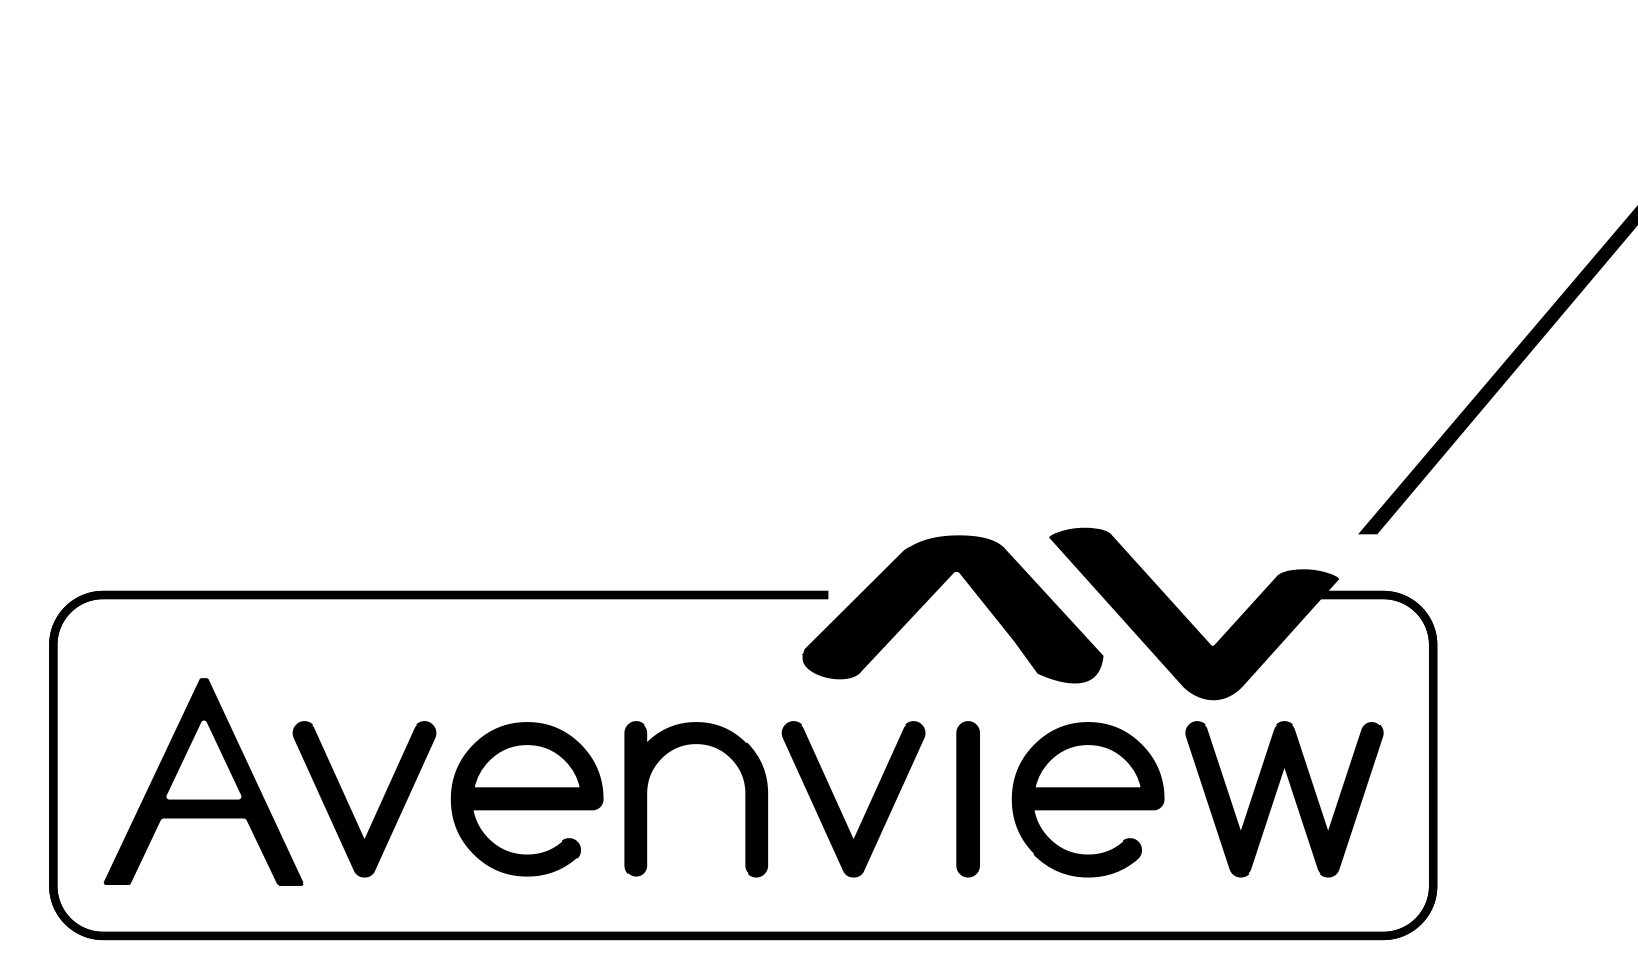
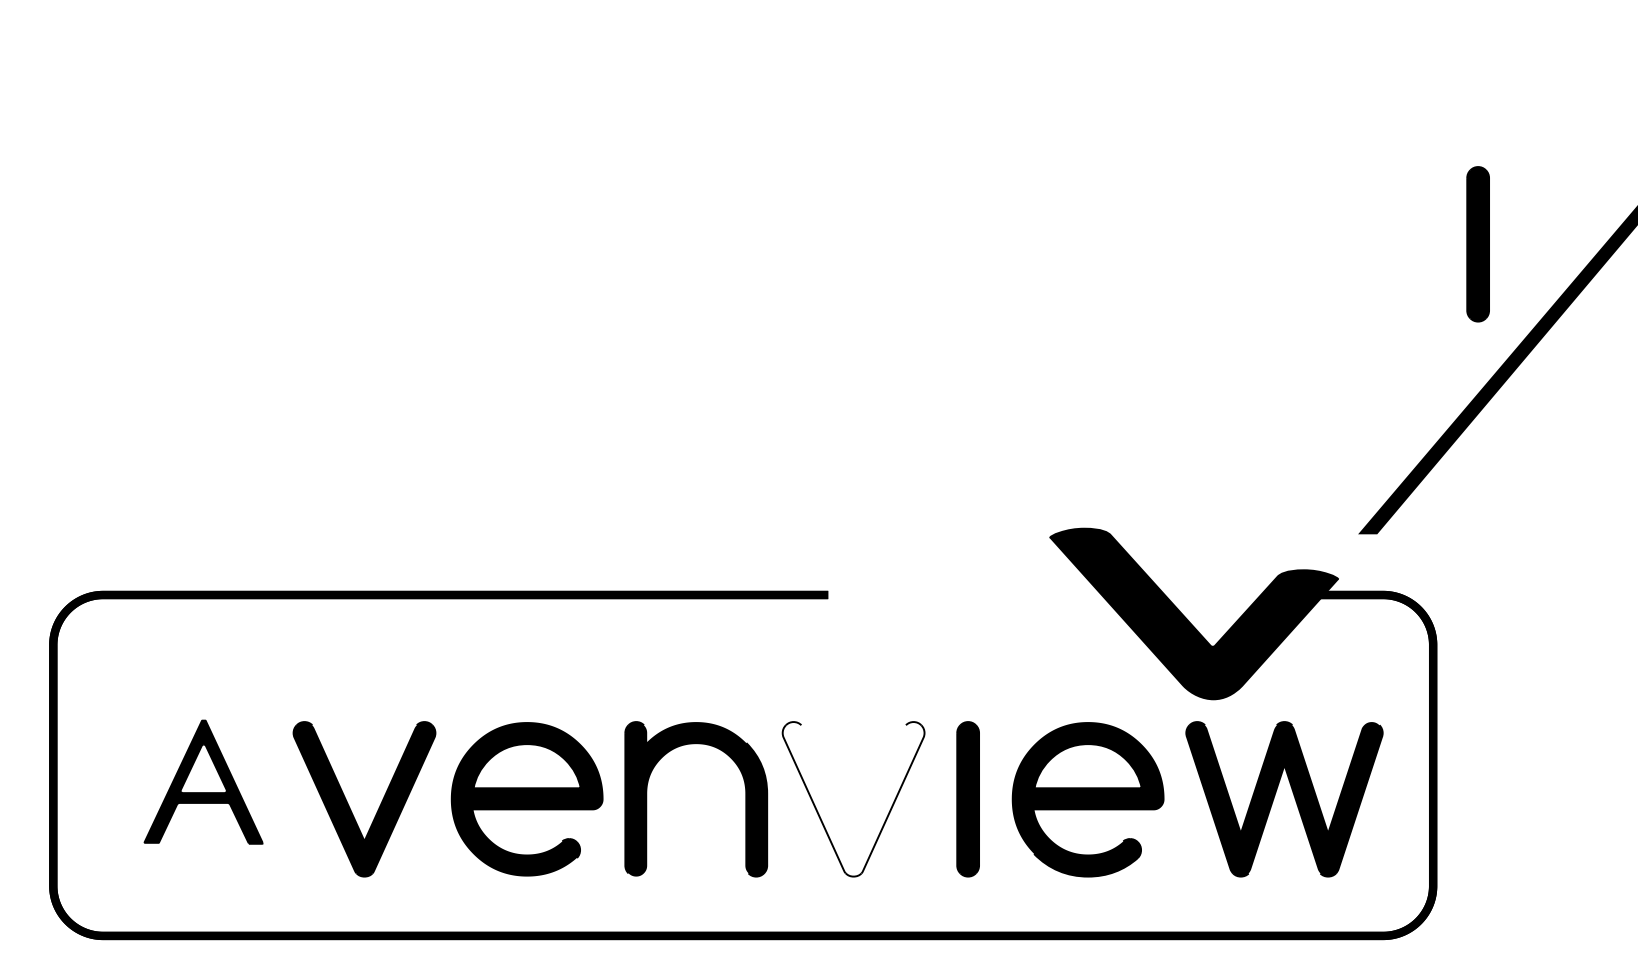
part at (1477, 244): none -> present
part at (935, 592): present -> none
part at (203, 781) size: 201x208 px -> 121x126 px
fill at (853, 799): present -> none
